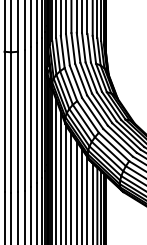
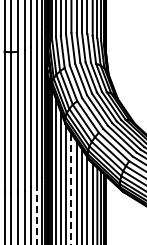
line at (71, 189): solid -> dashed
line at (36, 213): solid -> dashed
